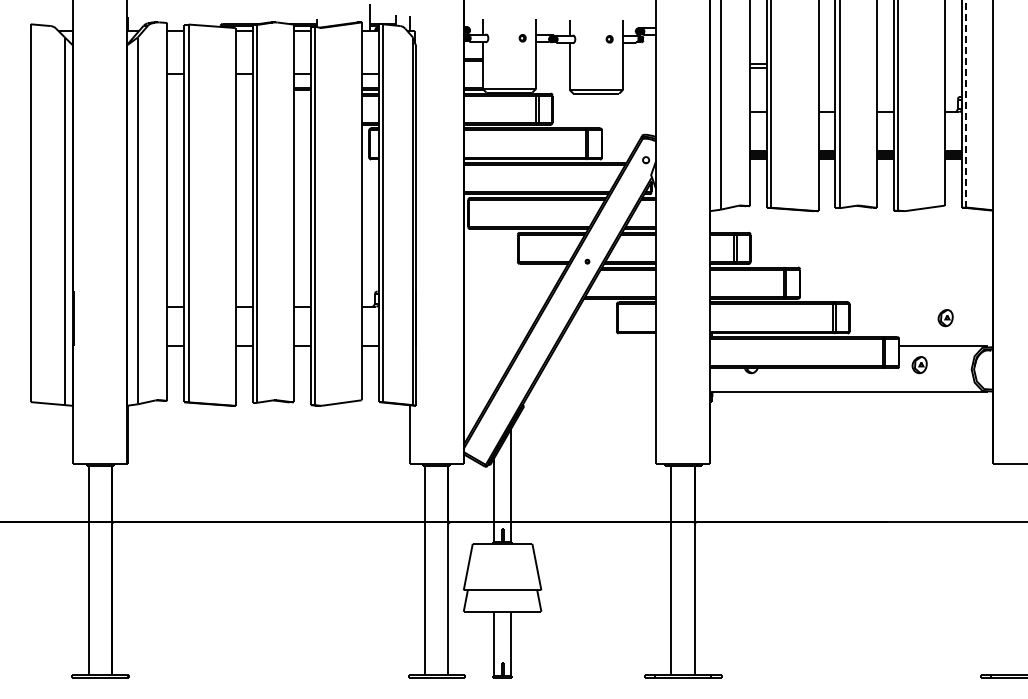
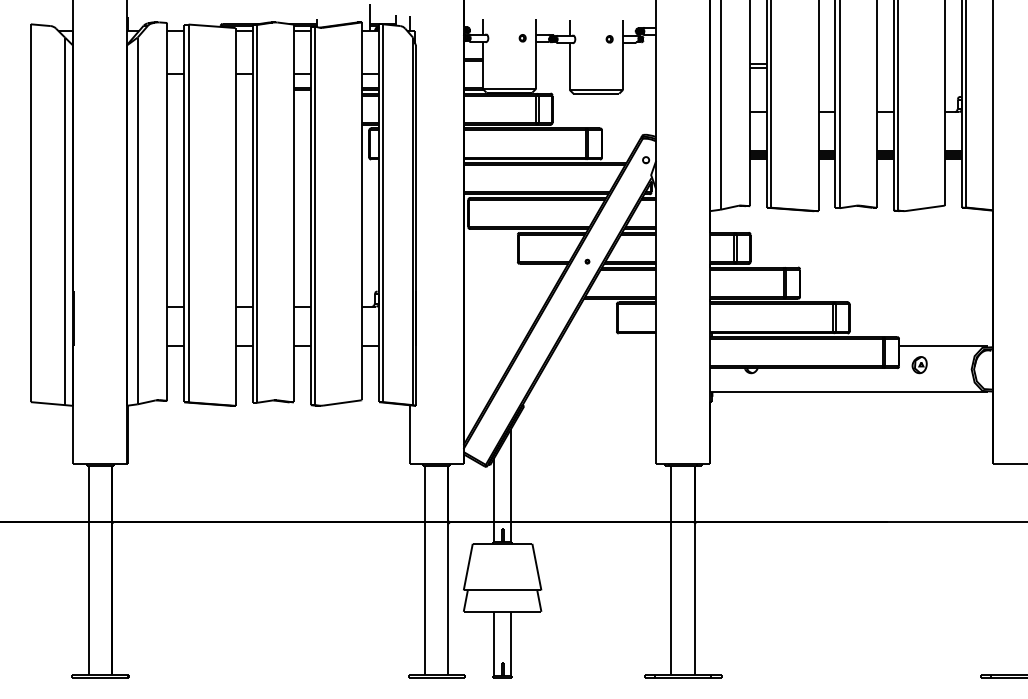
line at (966, 103): dashed -> solid
part at (945, 318): present -> none
